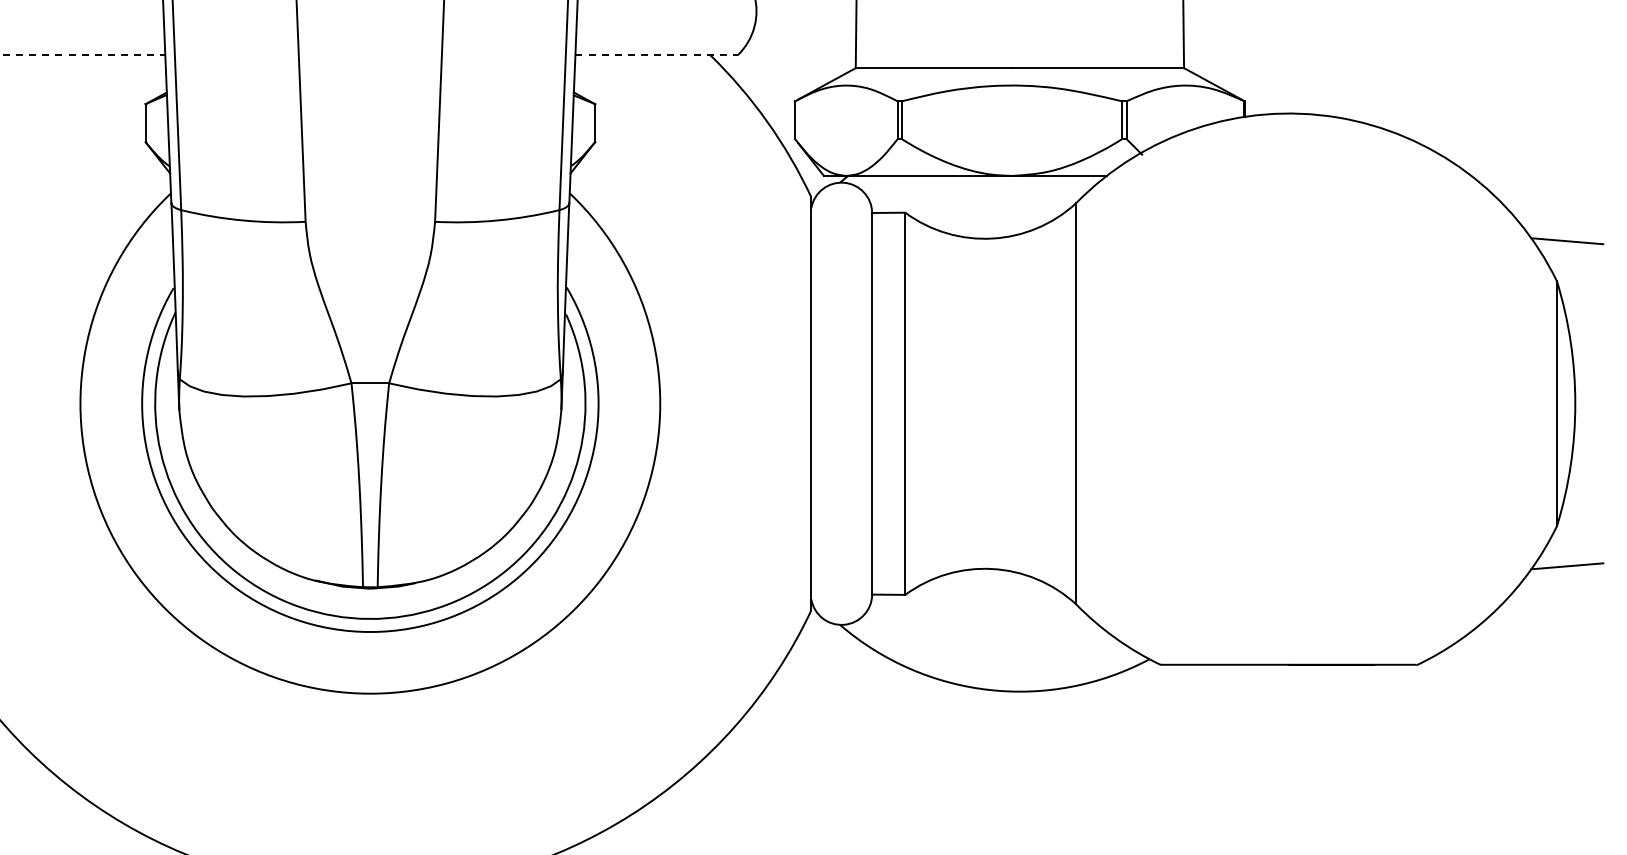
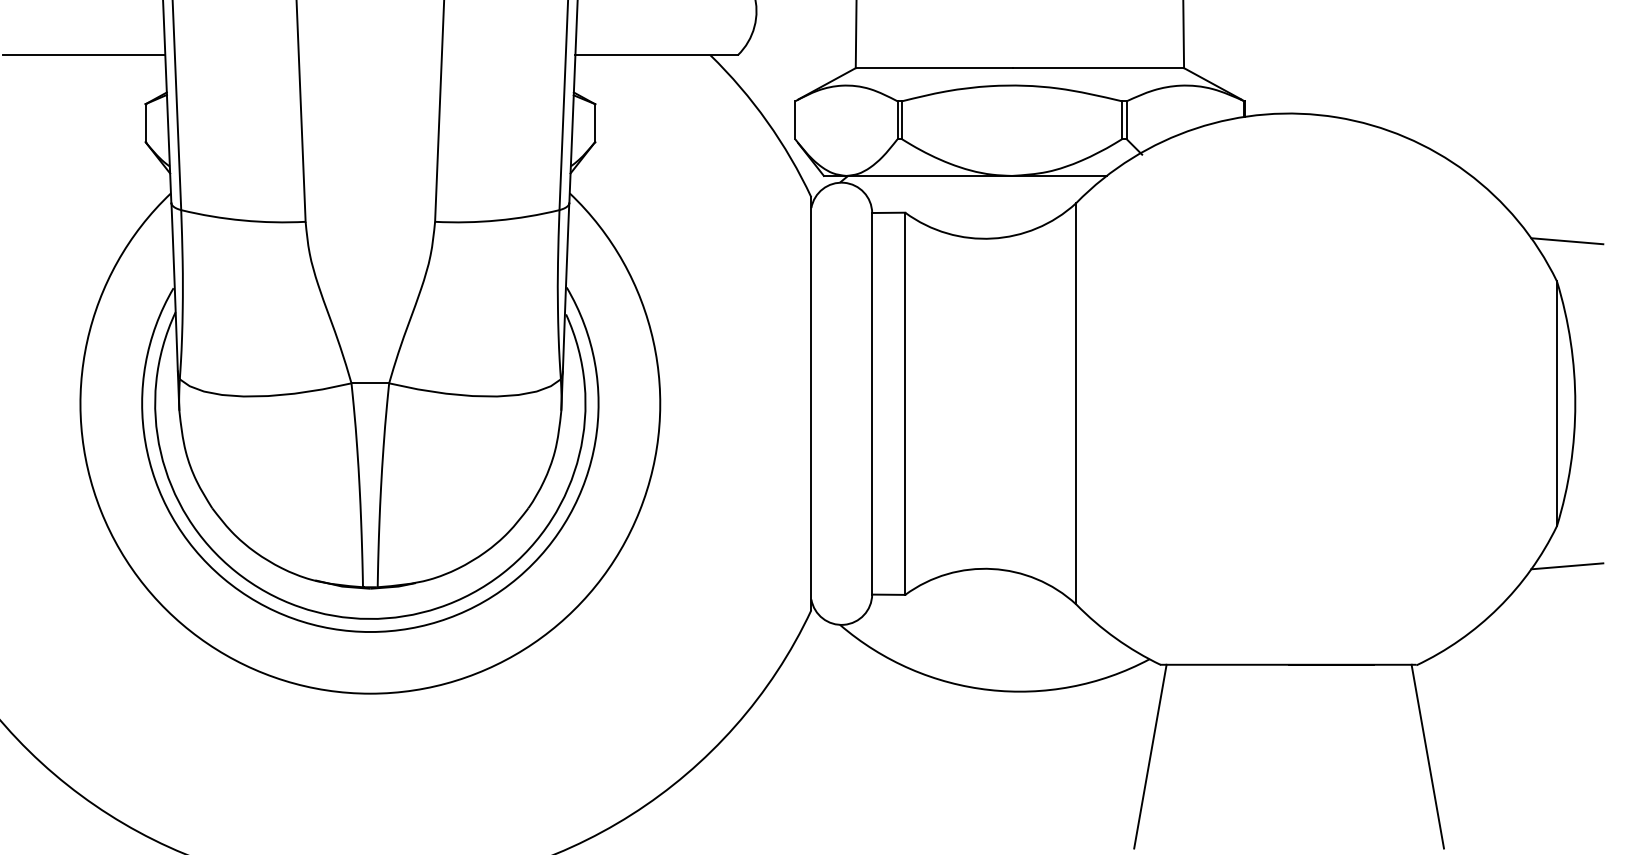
line at (84, 55): dashed -> solid
line at (657, 55): dashed -> solid
line at (1150, 756): none -> present
line at (1427, 756): none -> present
